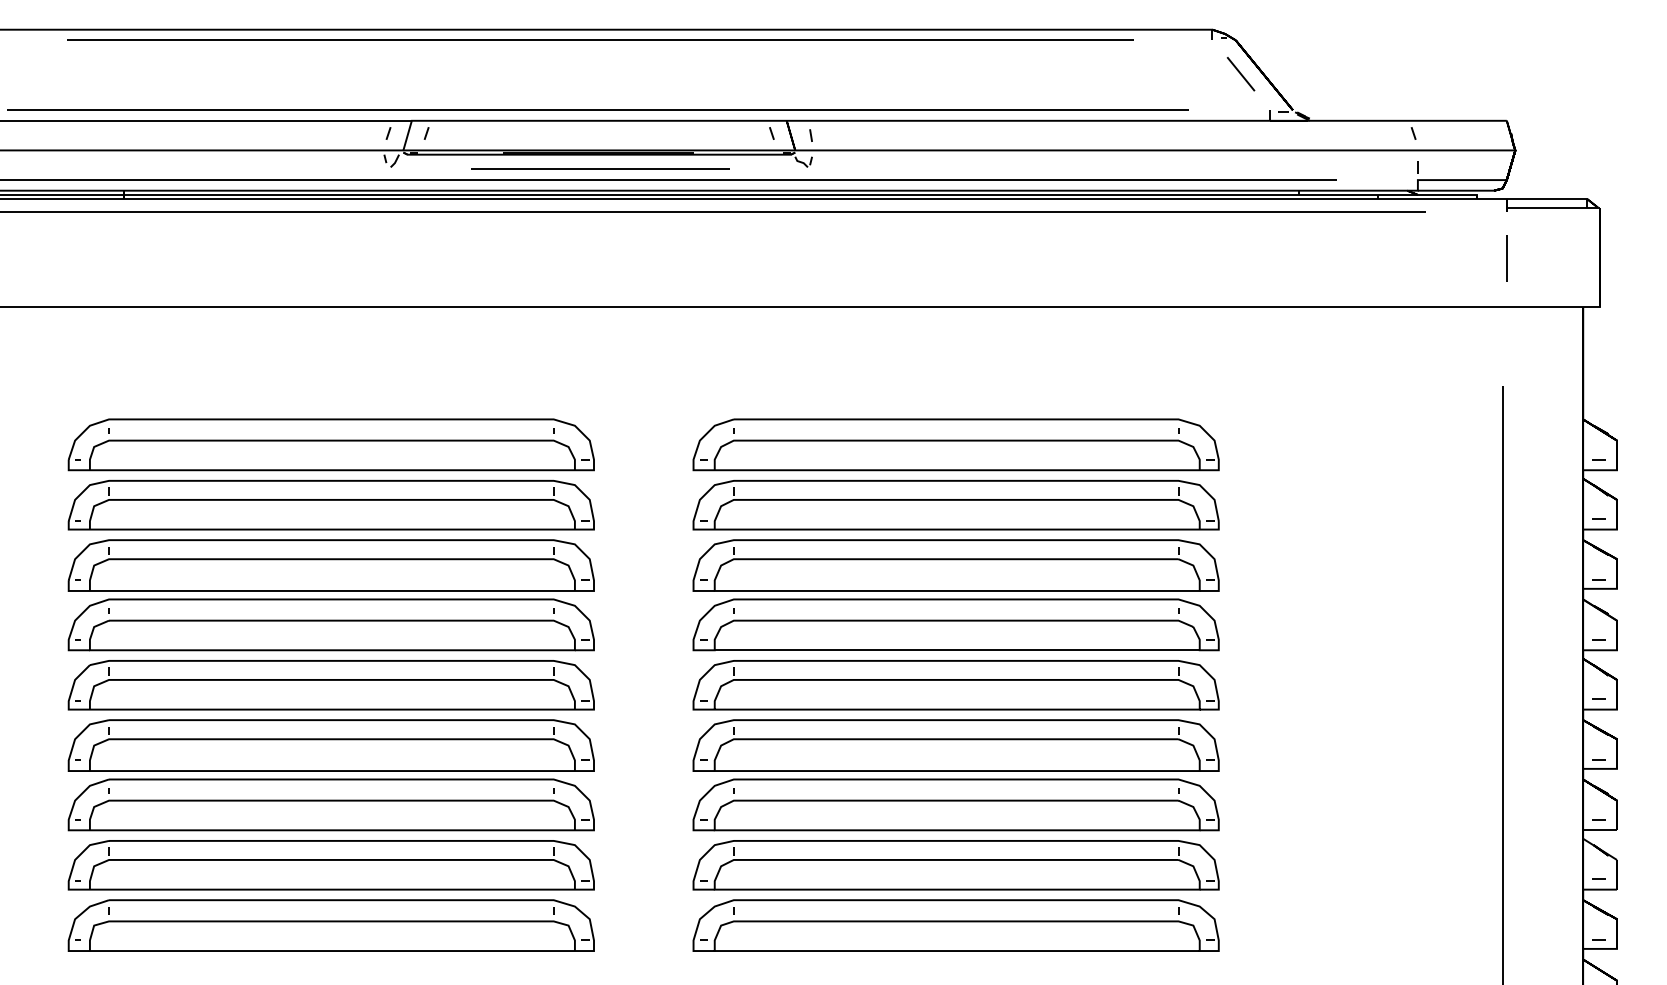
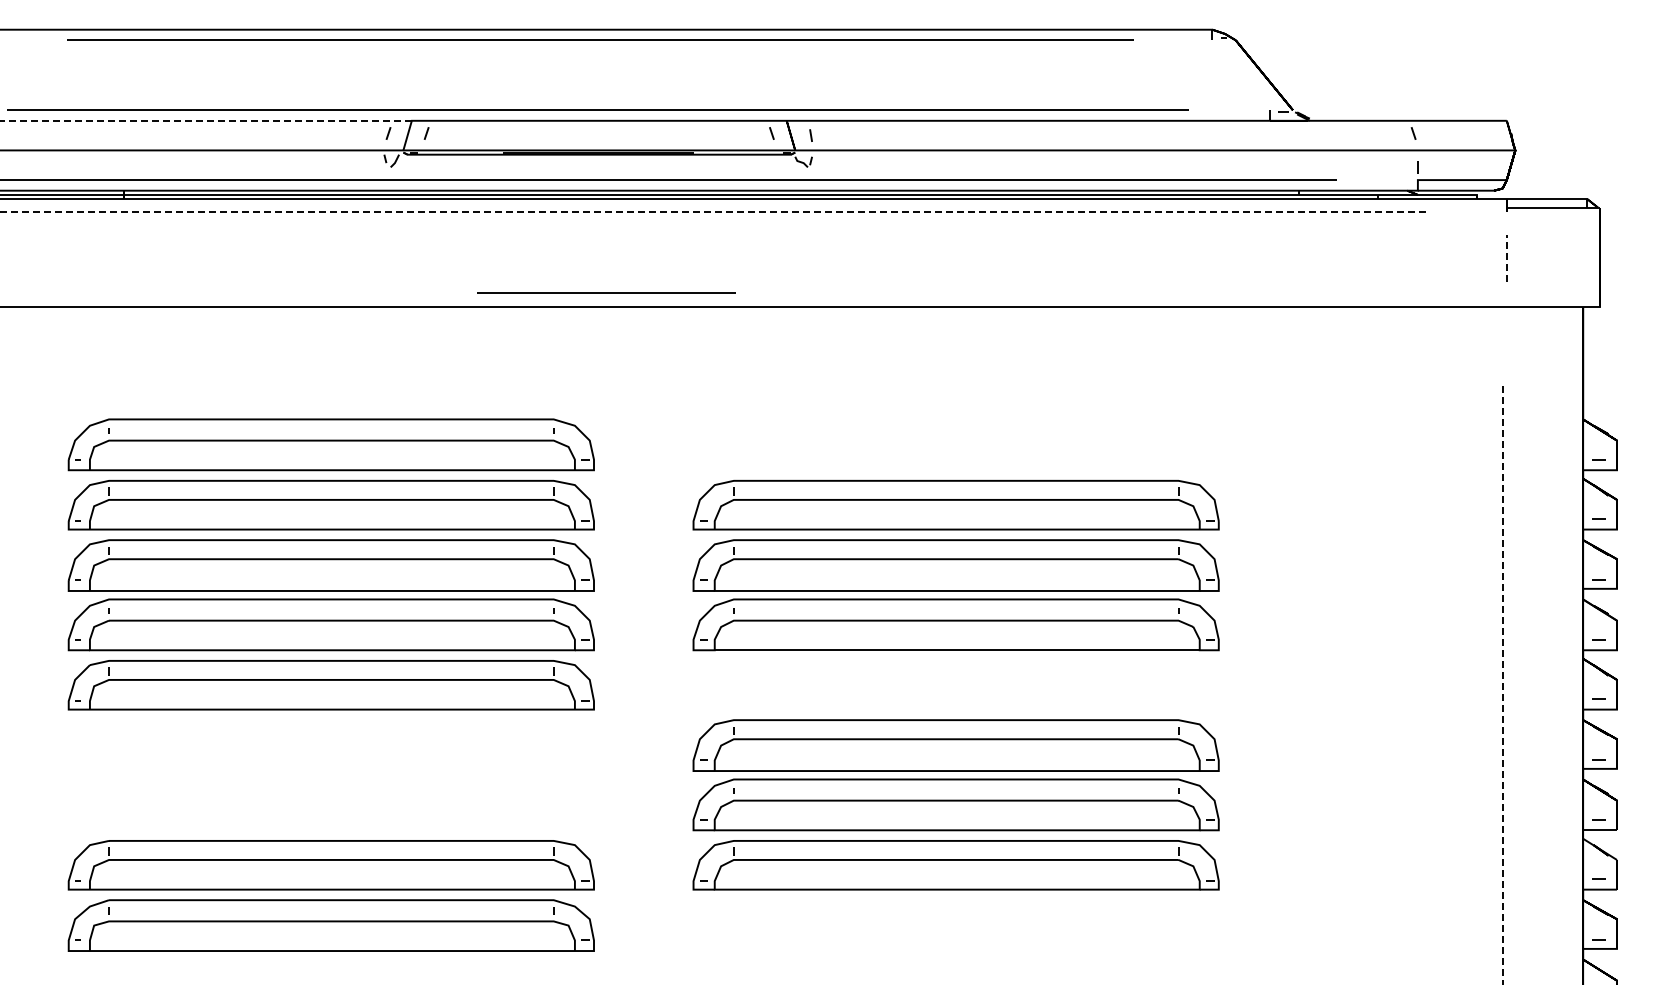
line at (1240, 74): present -> none
line at (206, 120): solid -> dashed
line at (600, 168) position: (600, 168) -> (606, 292)
line at (712, 211): solid -> dashed
line at (1506, 257): solid -> dashed
part at (955, 444): present -> none
line at (1502, 684): solid -> dashed
part at (955, 685): present -> none
part at (330, 775): present -> none
part at (955, 925): present -> none
